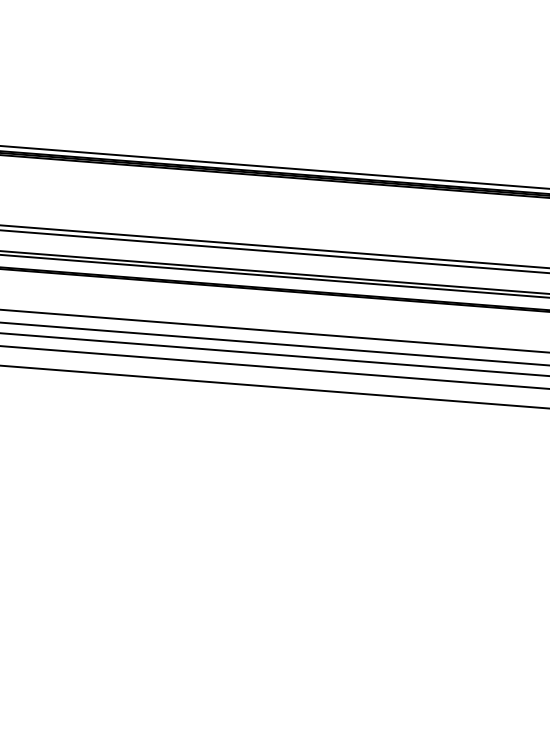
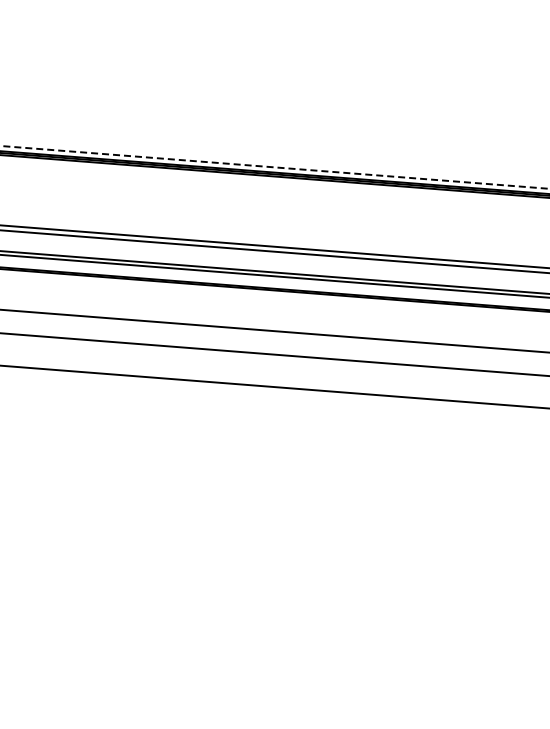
line at (274, 167): solid -> dashed
line at (274, 343): present -> none
line at (274, 367): present -> none
